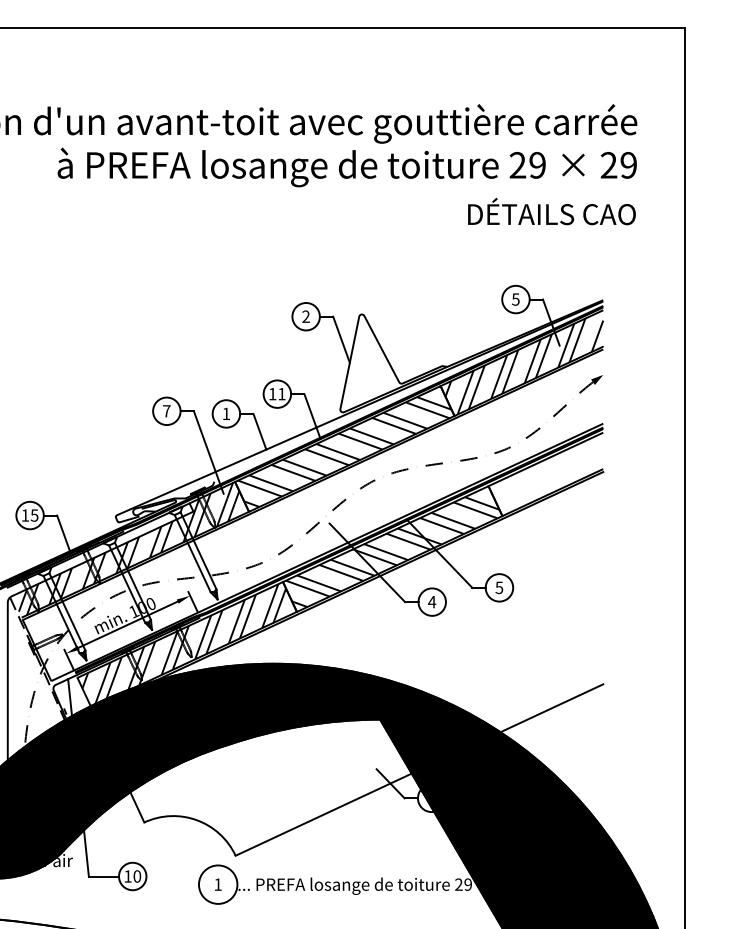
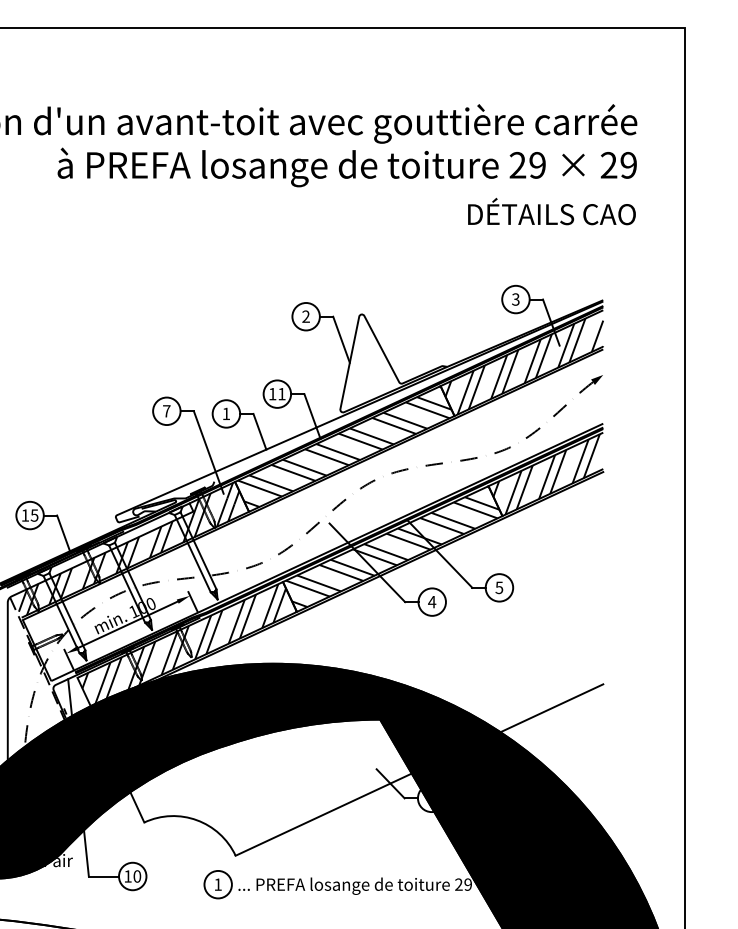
text at (515, 298): 5 -> 3
hatch at (546, 474): none -> present
circle at (217, 884) diameter: 38 px -> 27 px
